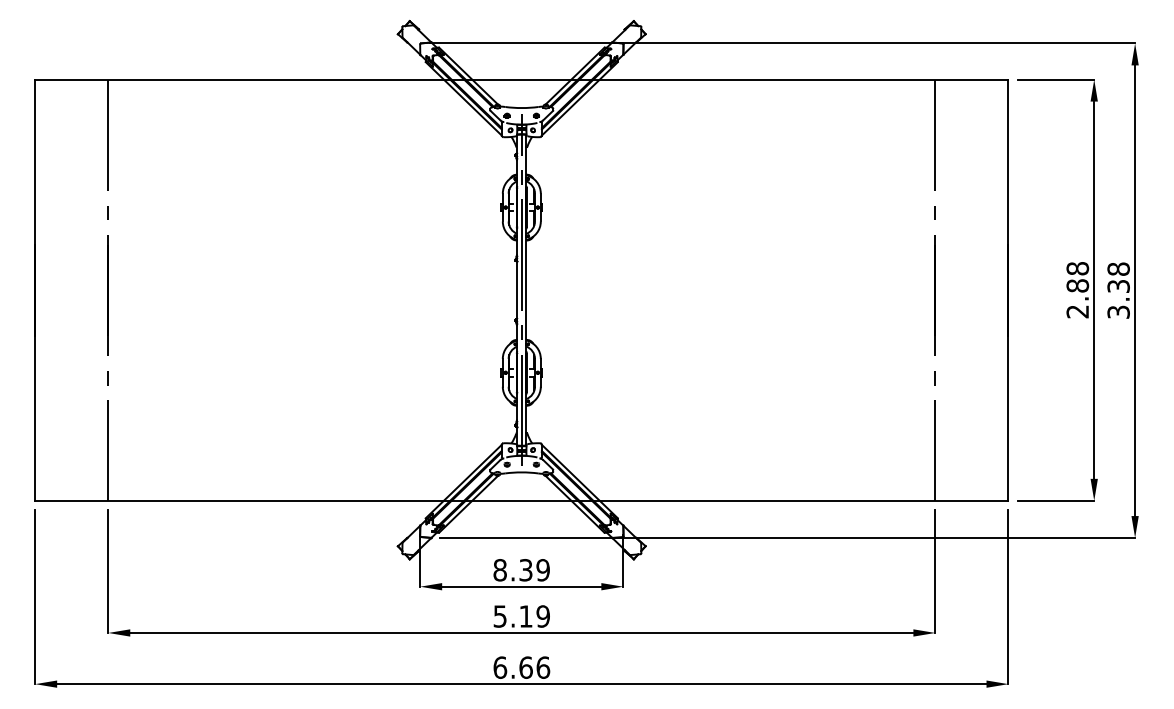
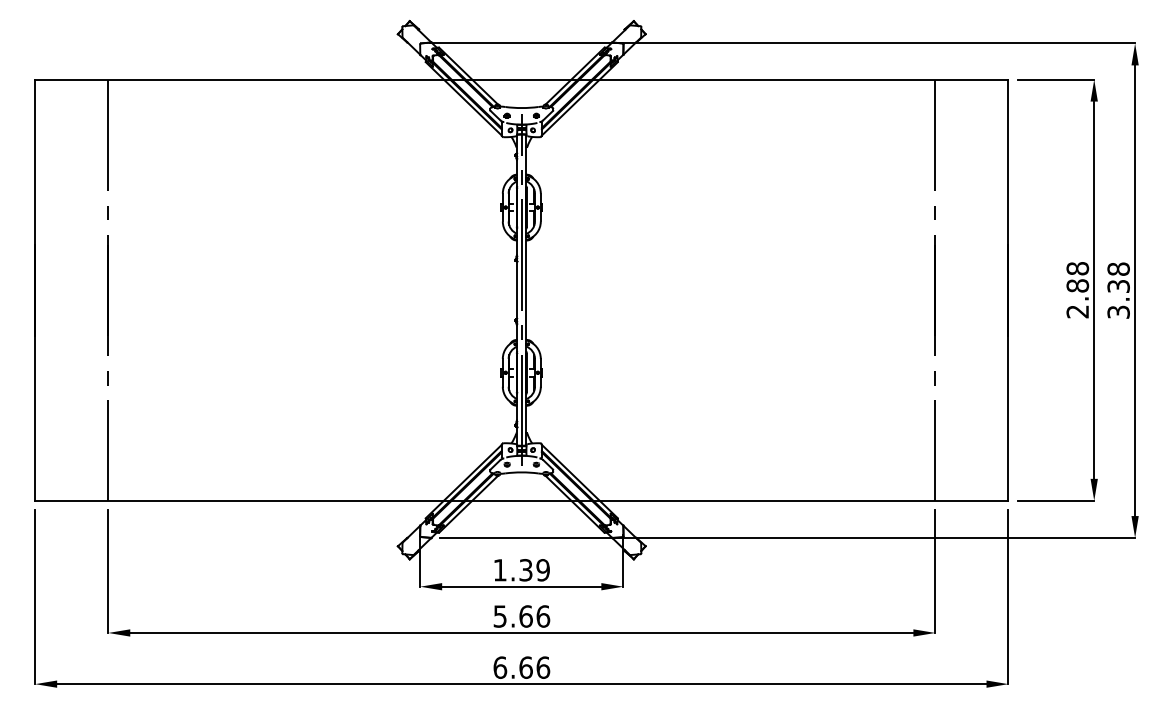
text at (499, 570): 8.39 -> 1.39
text at (534, 616): 5.19 -> 5.66
